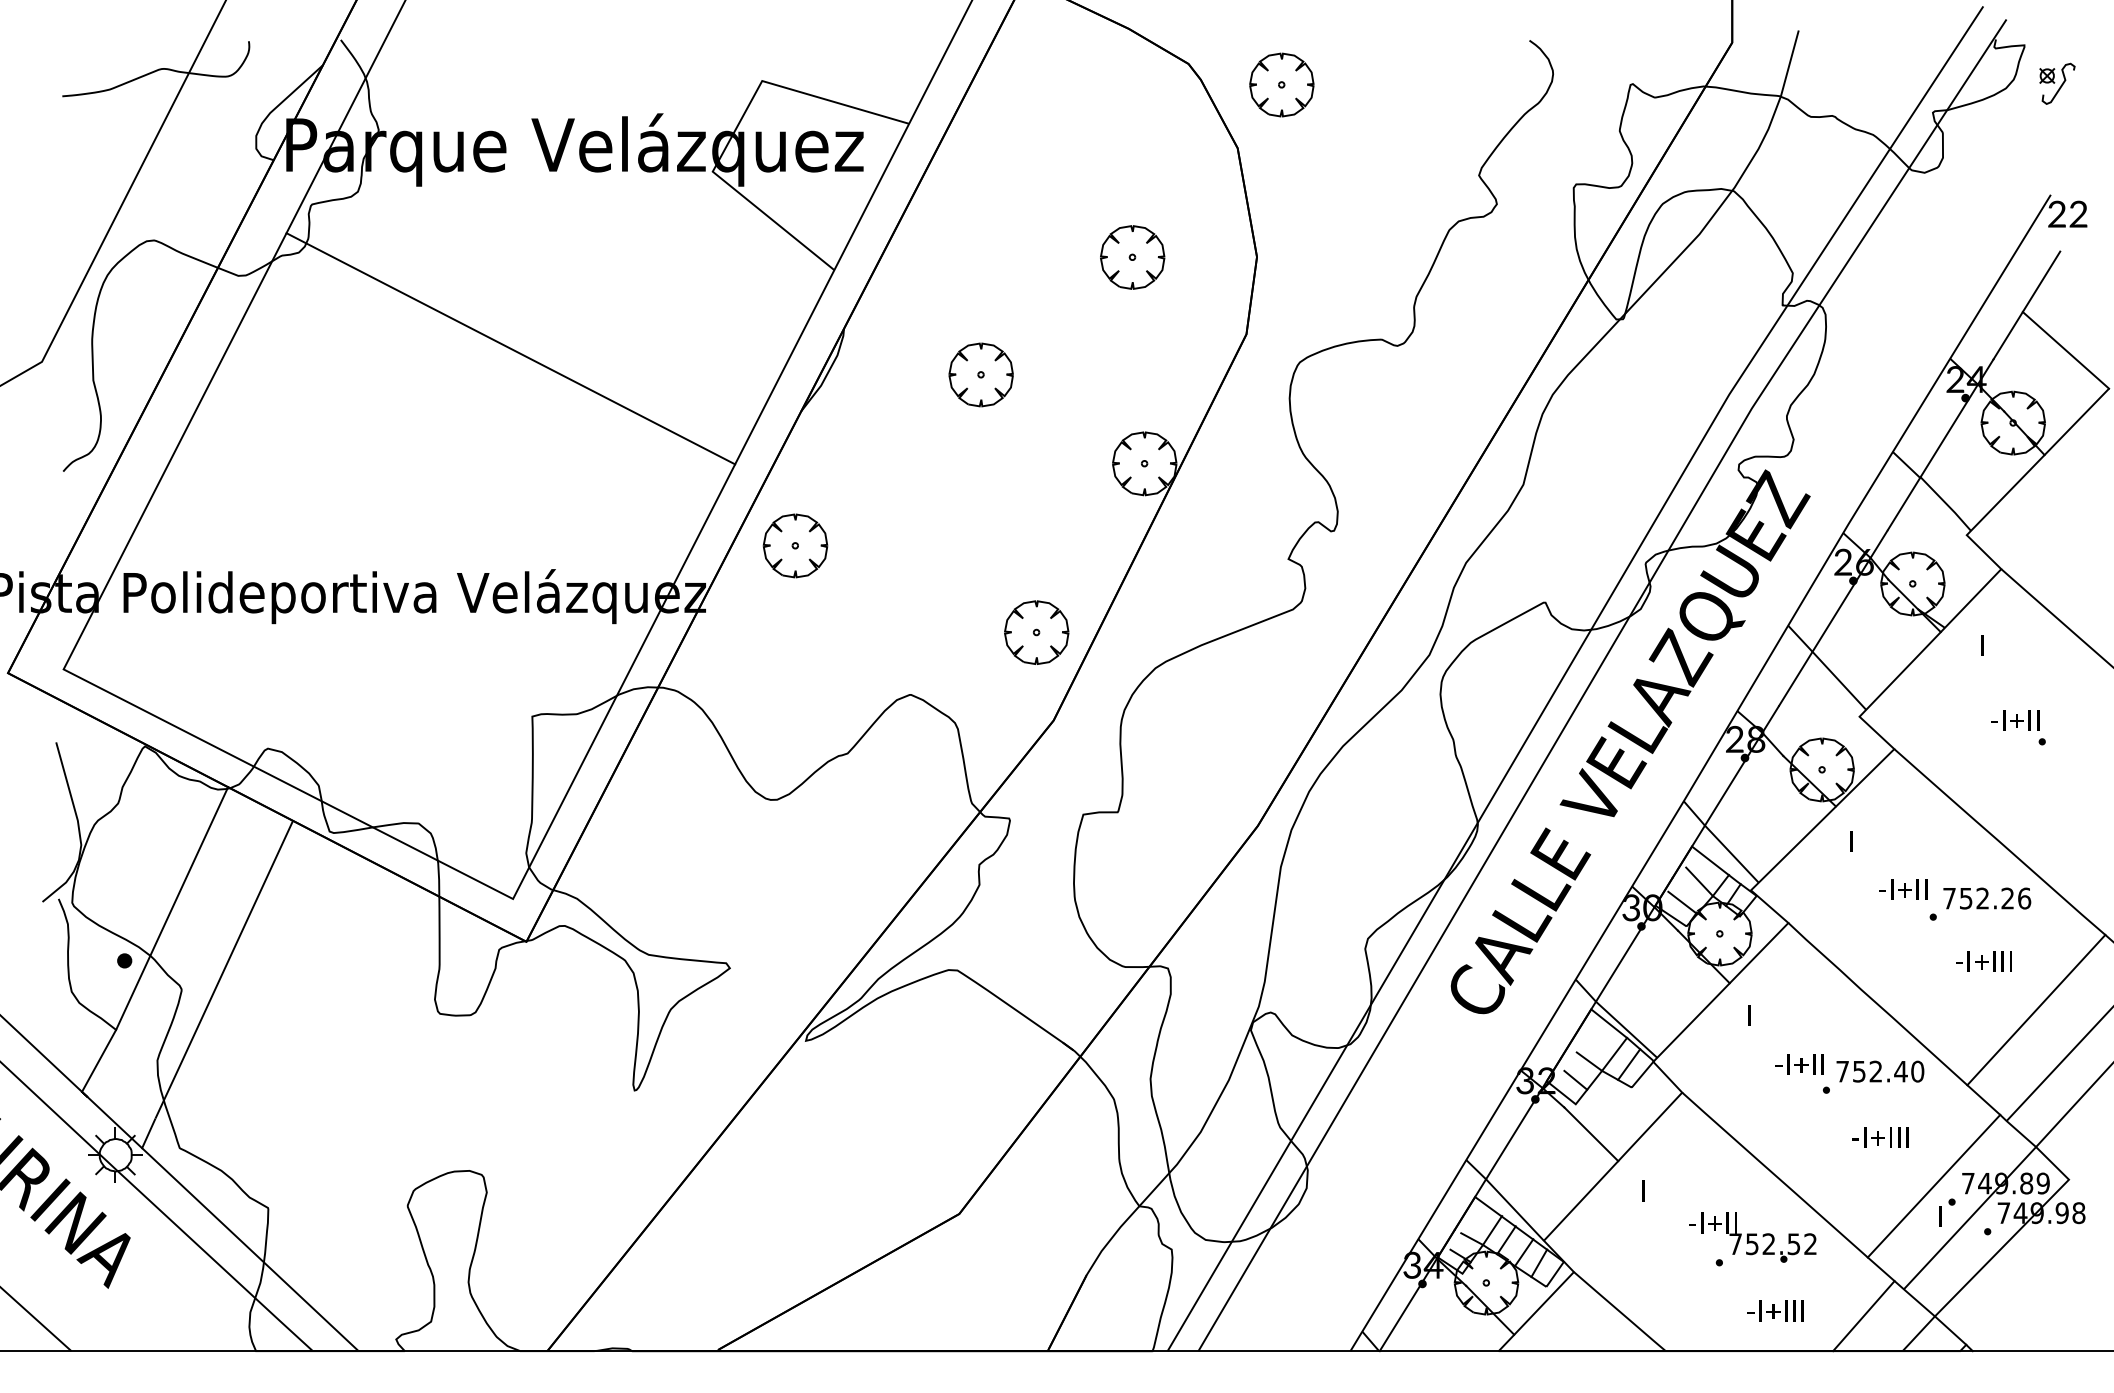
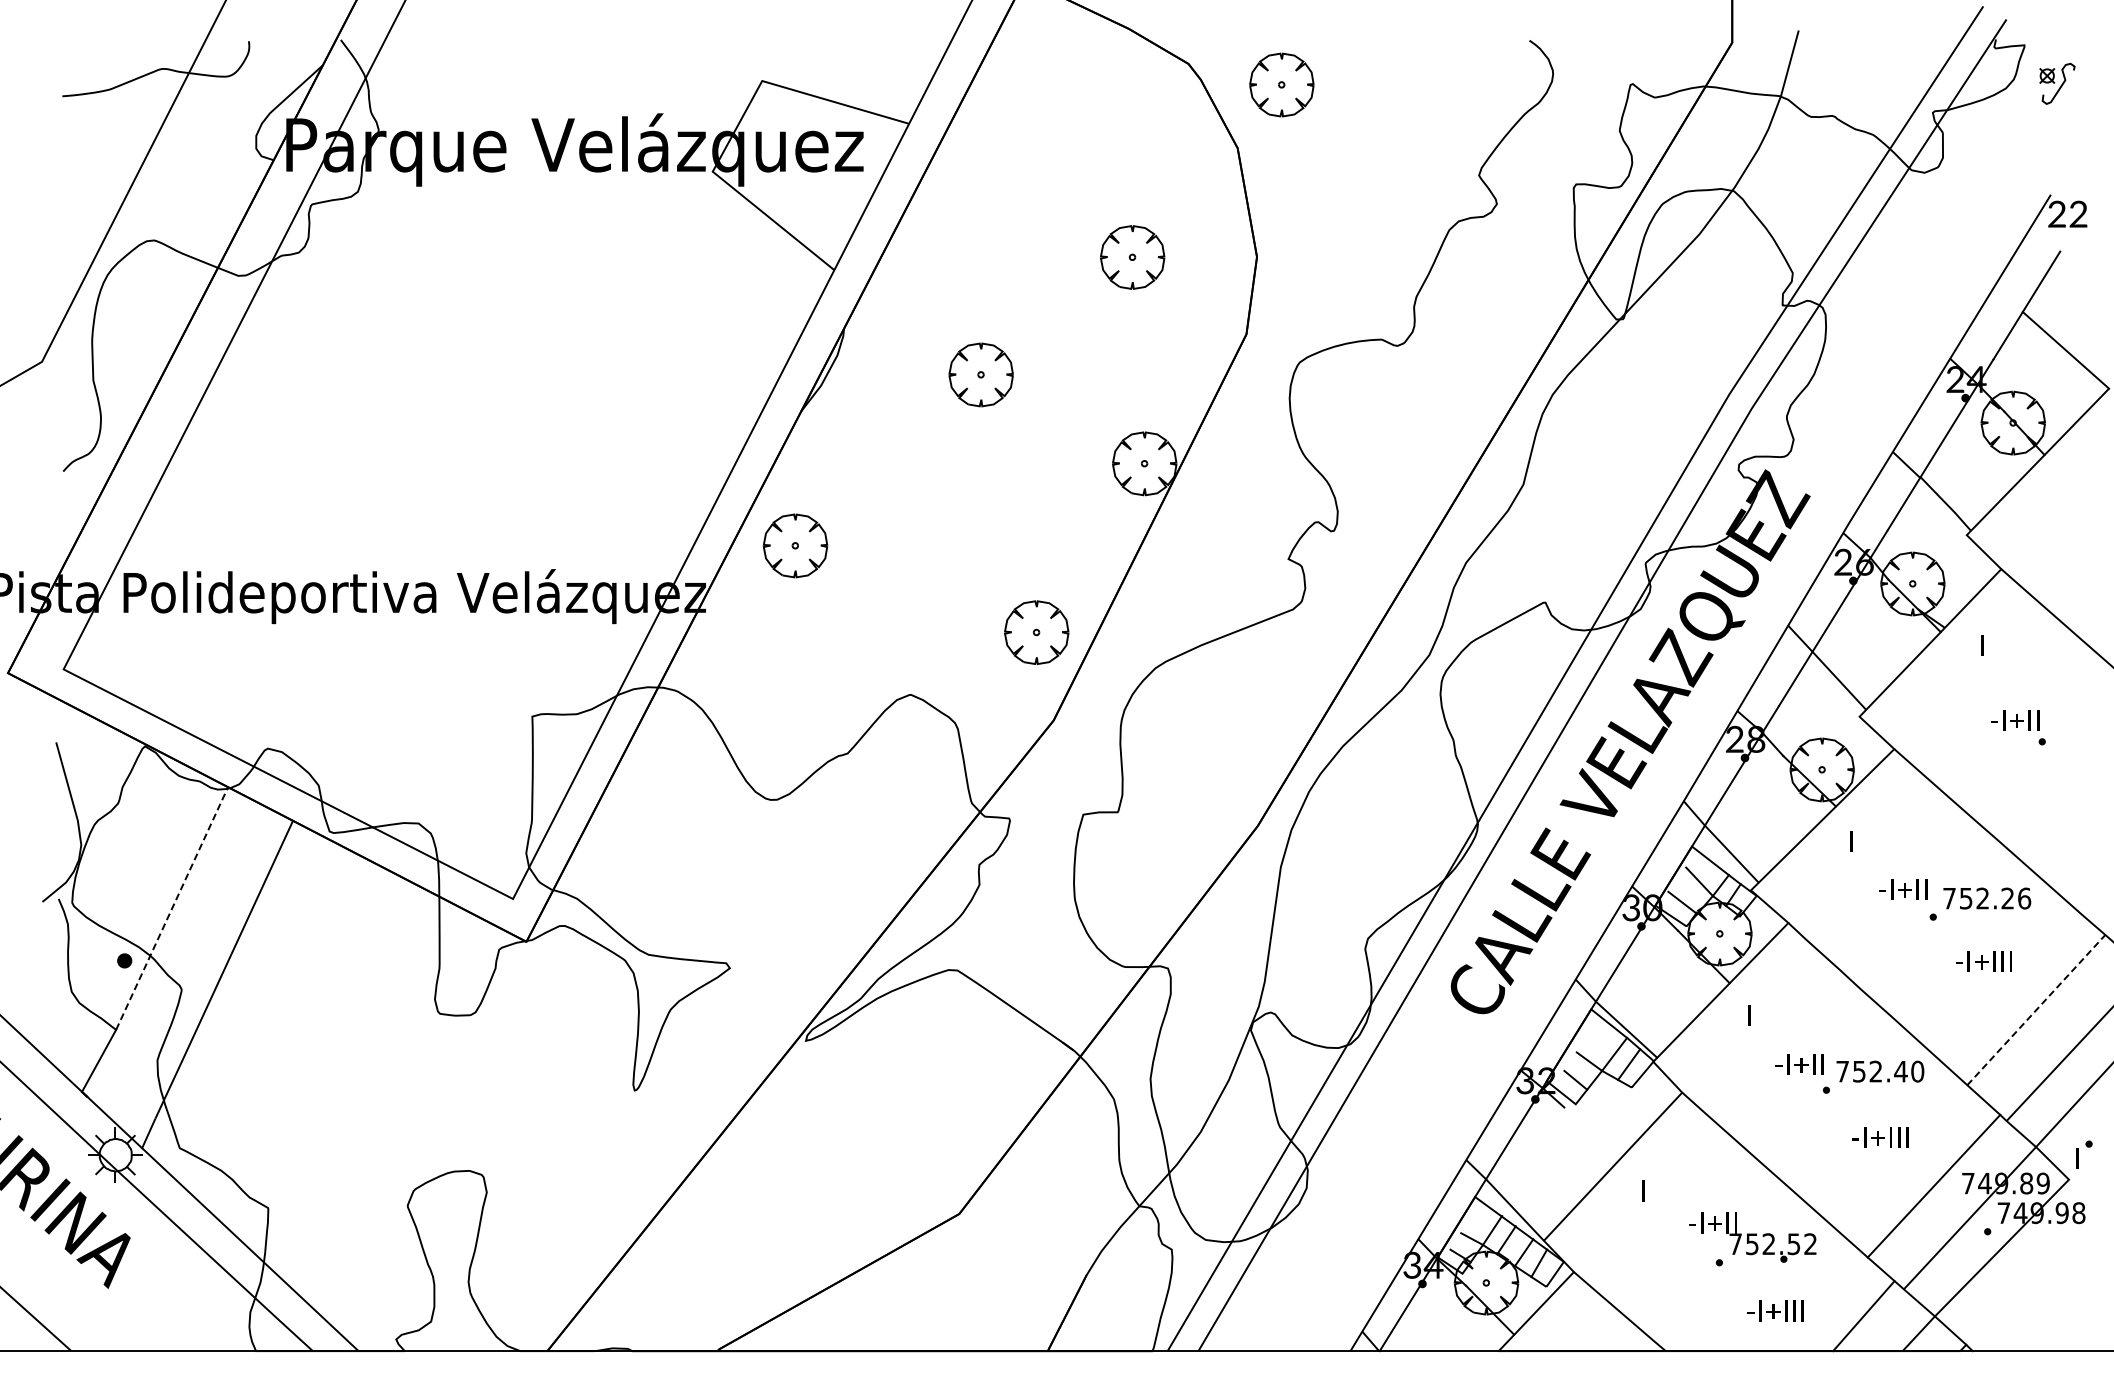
line at (510, 348): present -> none
line at (172, 908): solid -> dashed
line at (2036, 1009): solid -> dashed
line at (1591, 1134): present -> none
part at (1947, 1212) position: (1947, 1212) -> (2084, 1154)
